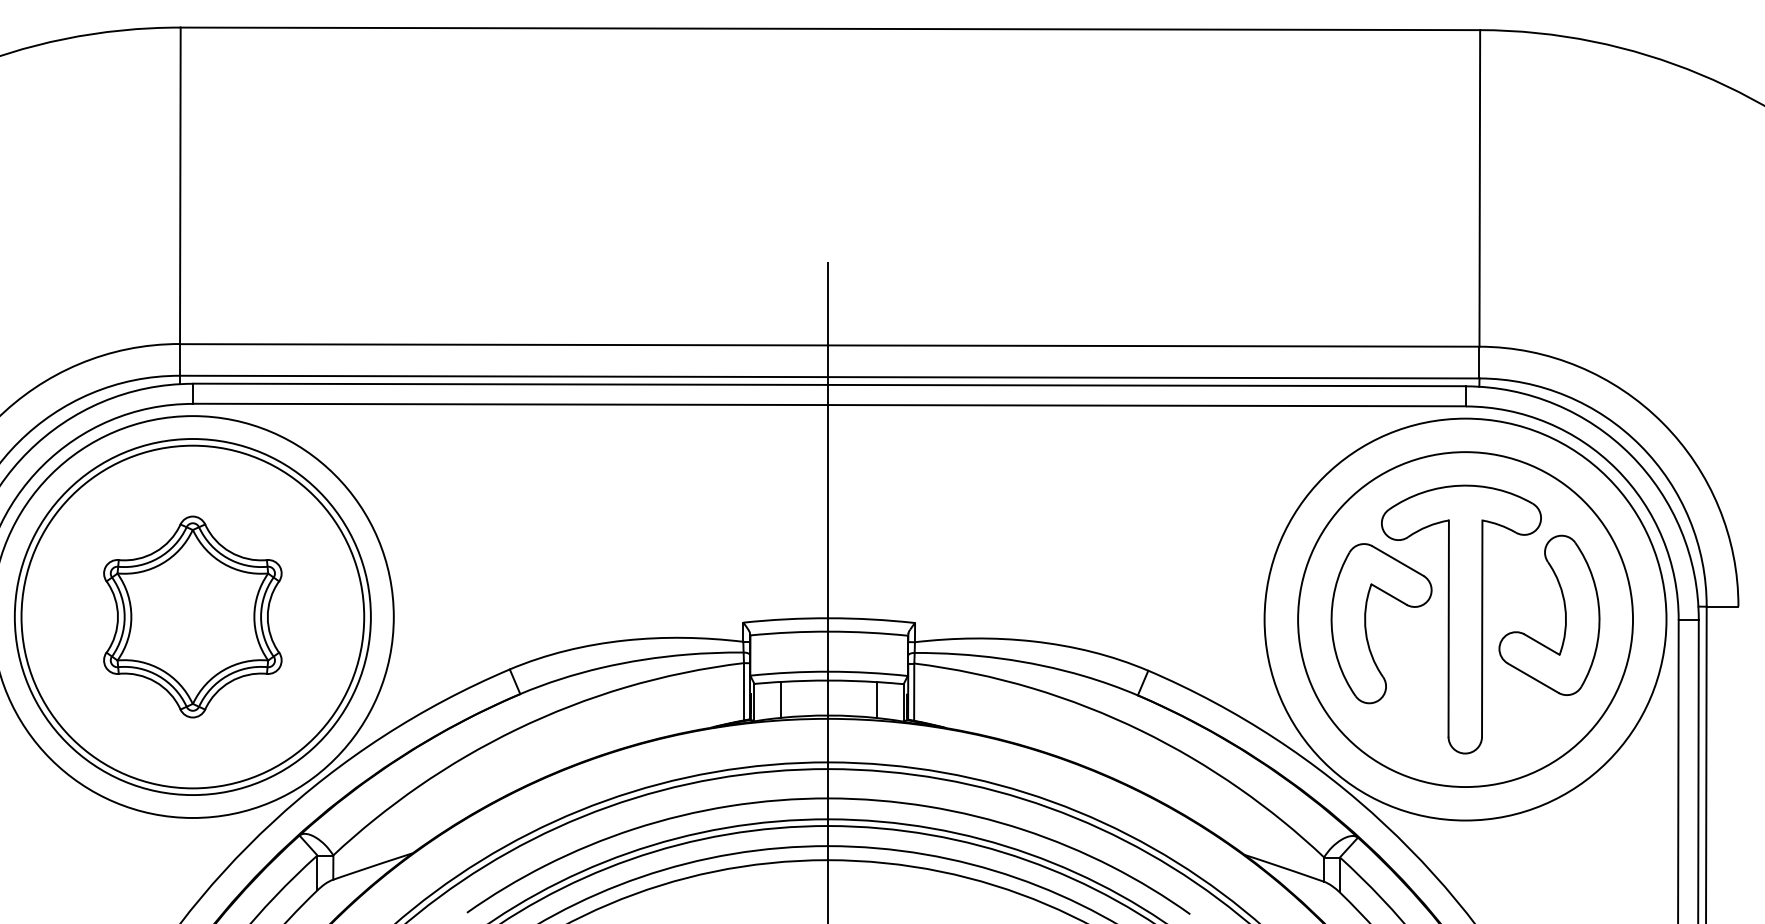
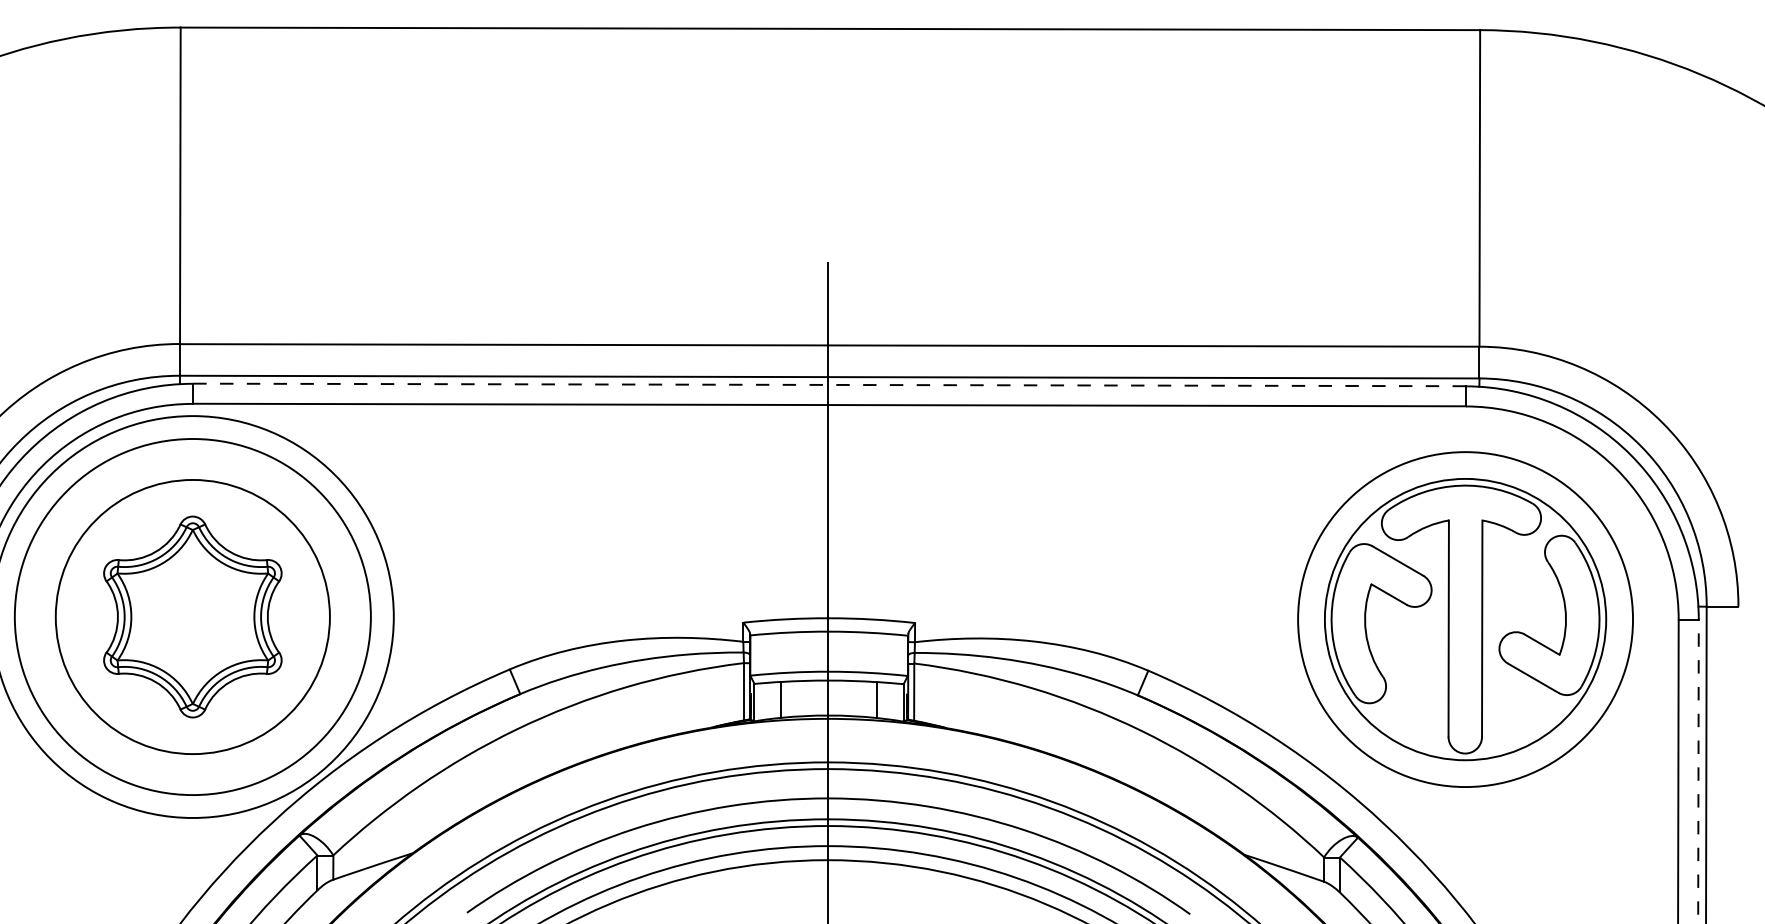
line at (829, 384): solid -> dashed
circle at (192, 616) diameter: 343 px -> 274 px
circle at (1465, 619) diameter: 402 px -> 281 px
line at (1698, 771): solid -> dashed
